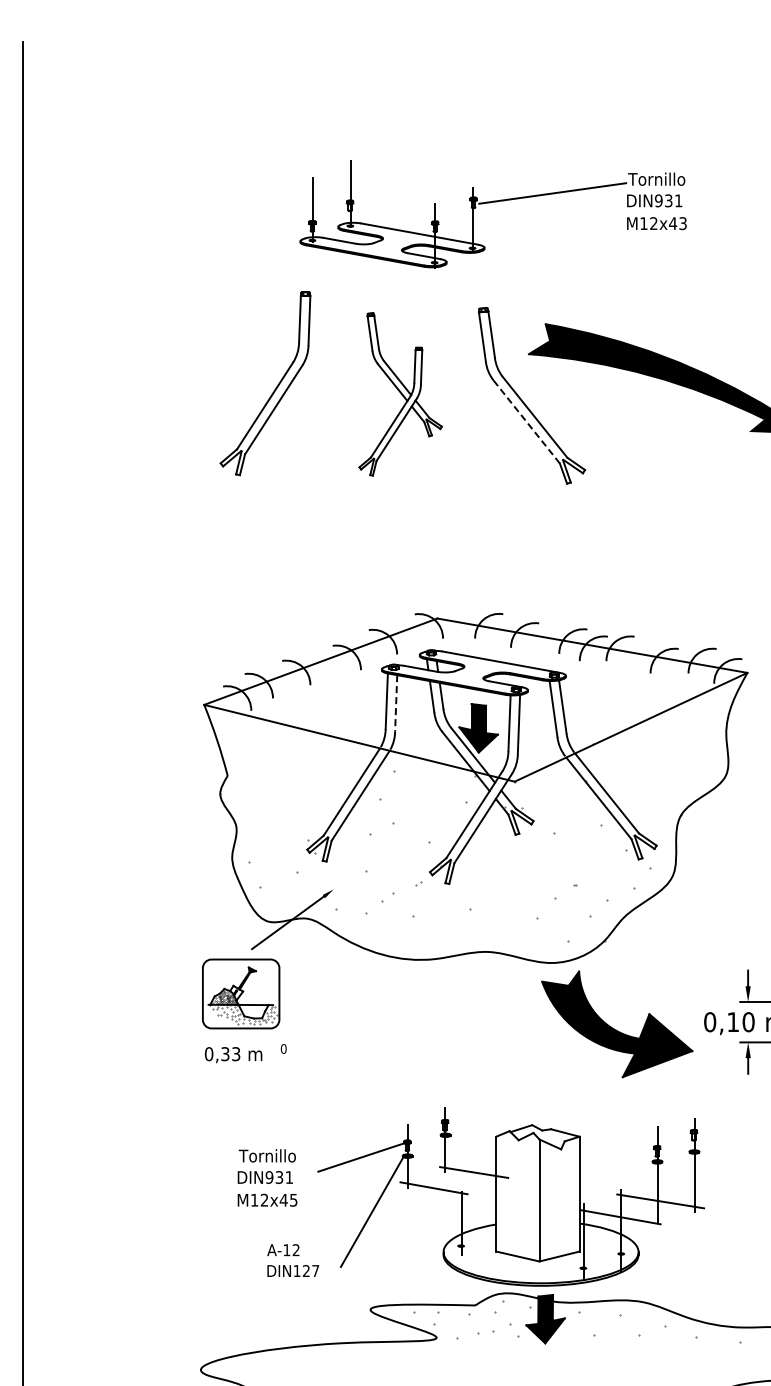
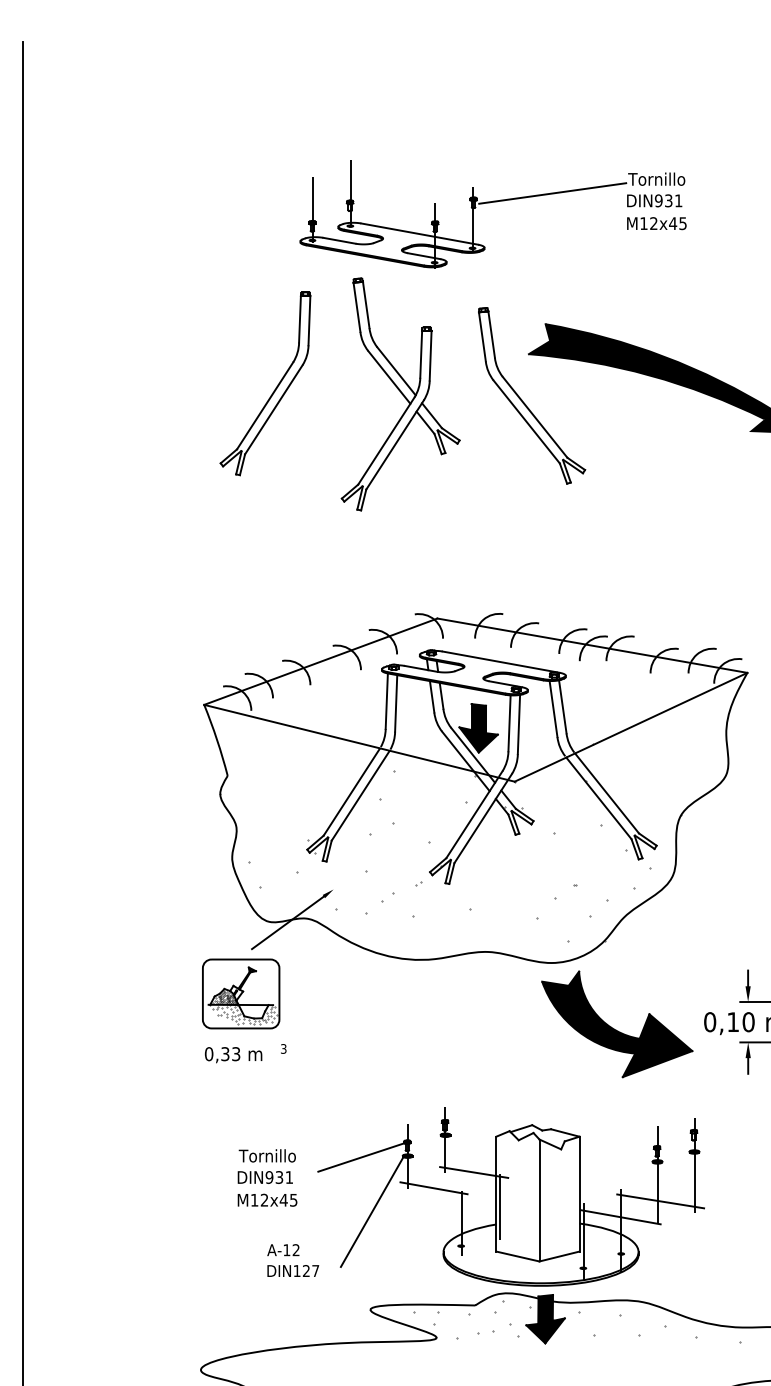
text at (682, 223): M12x43 -> M12x45
part at (400, 394) size: 85x165 px -> 121x235 px
line at (527, 422): dashed -> solid
line at (396, 703): dashed -> solid
text at (283, 1048): 0 -> 3
line at (499, 1207): none -> present
